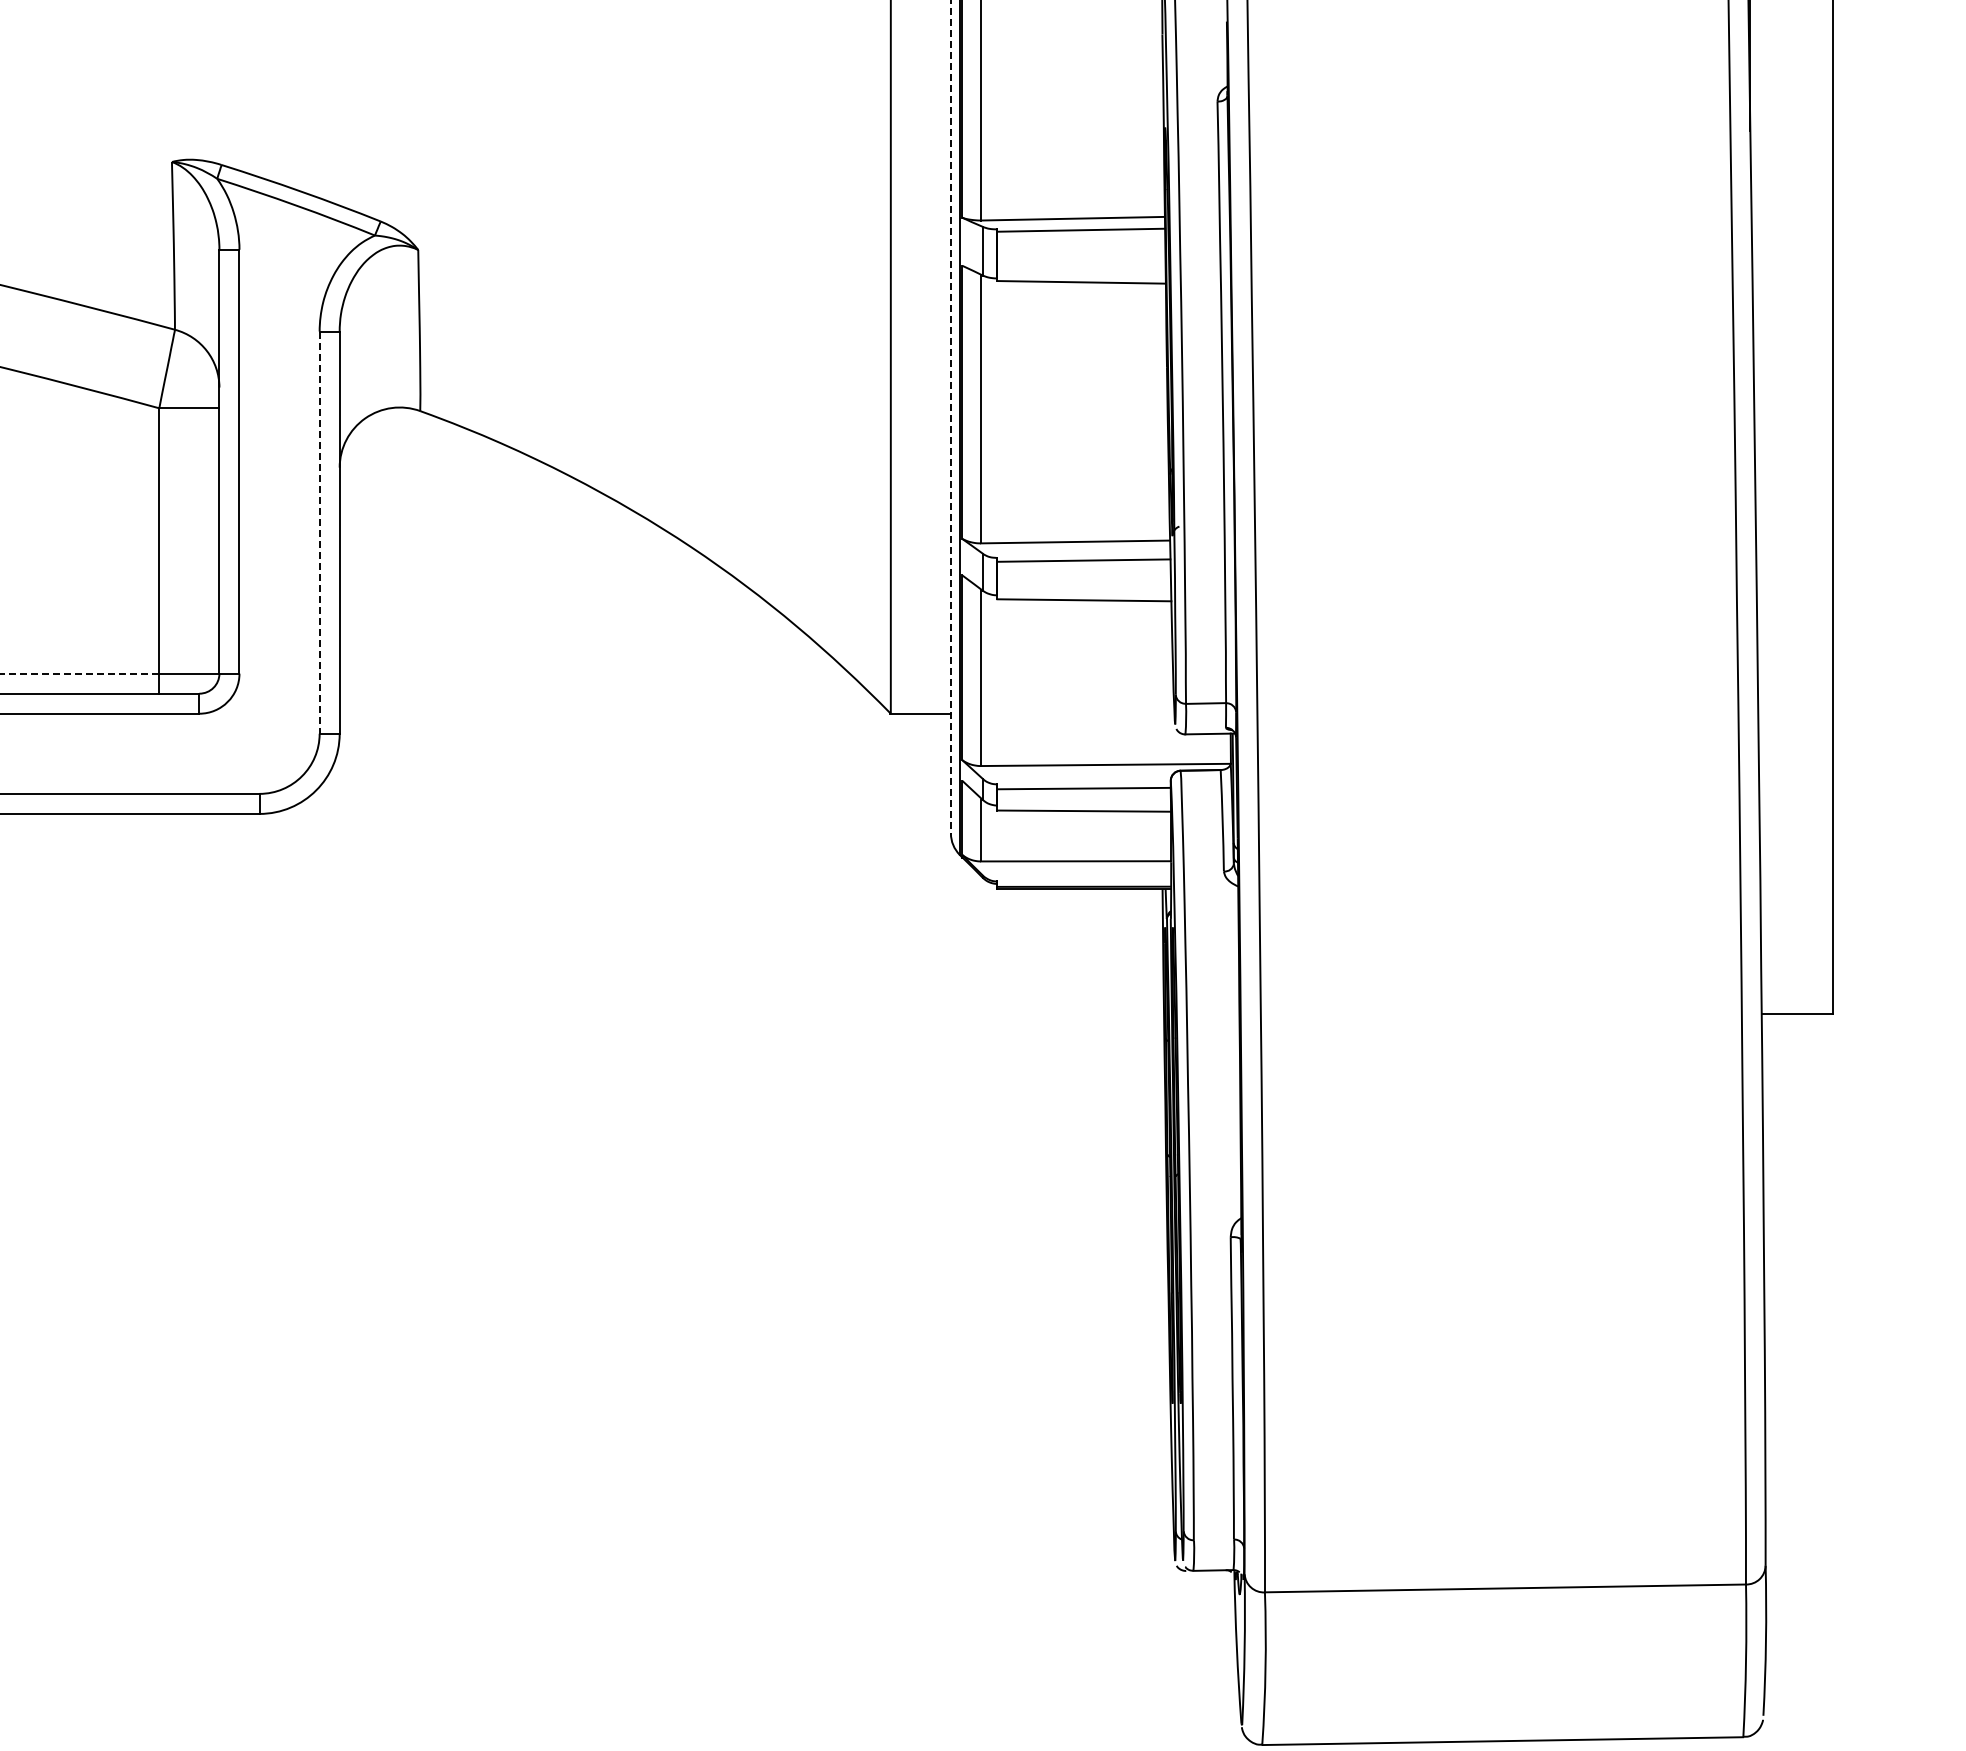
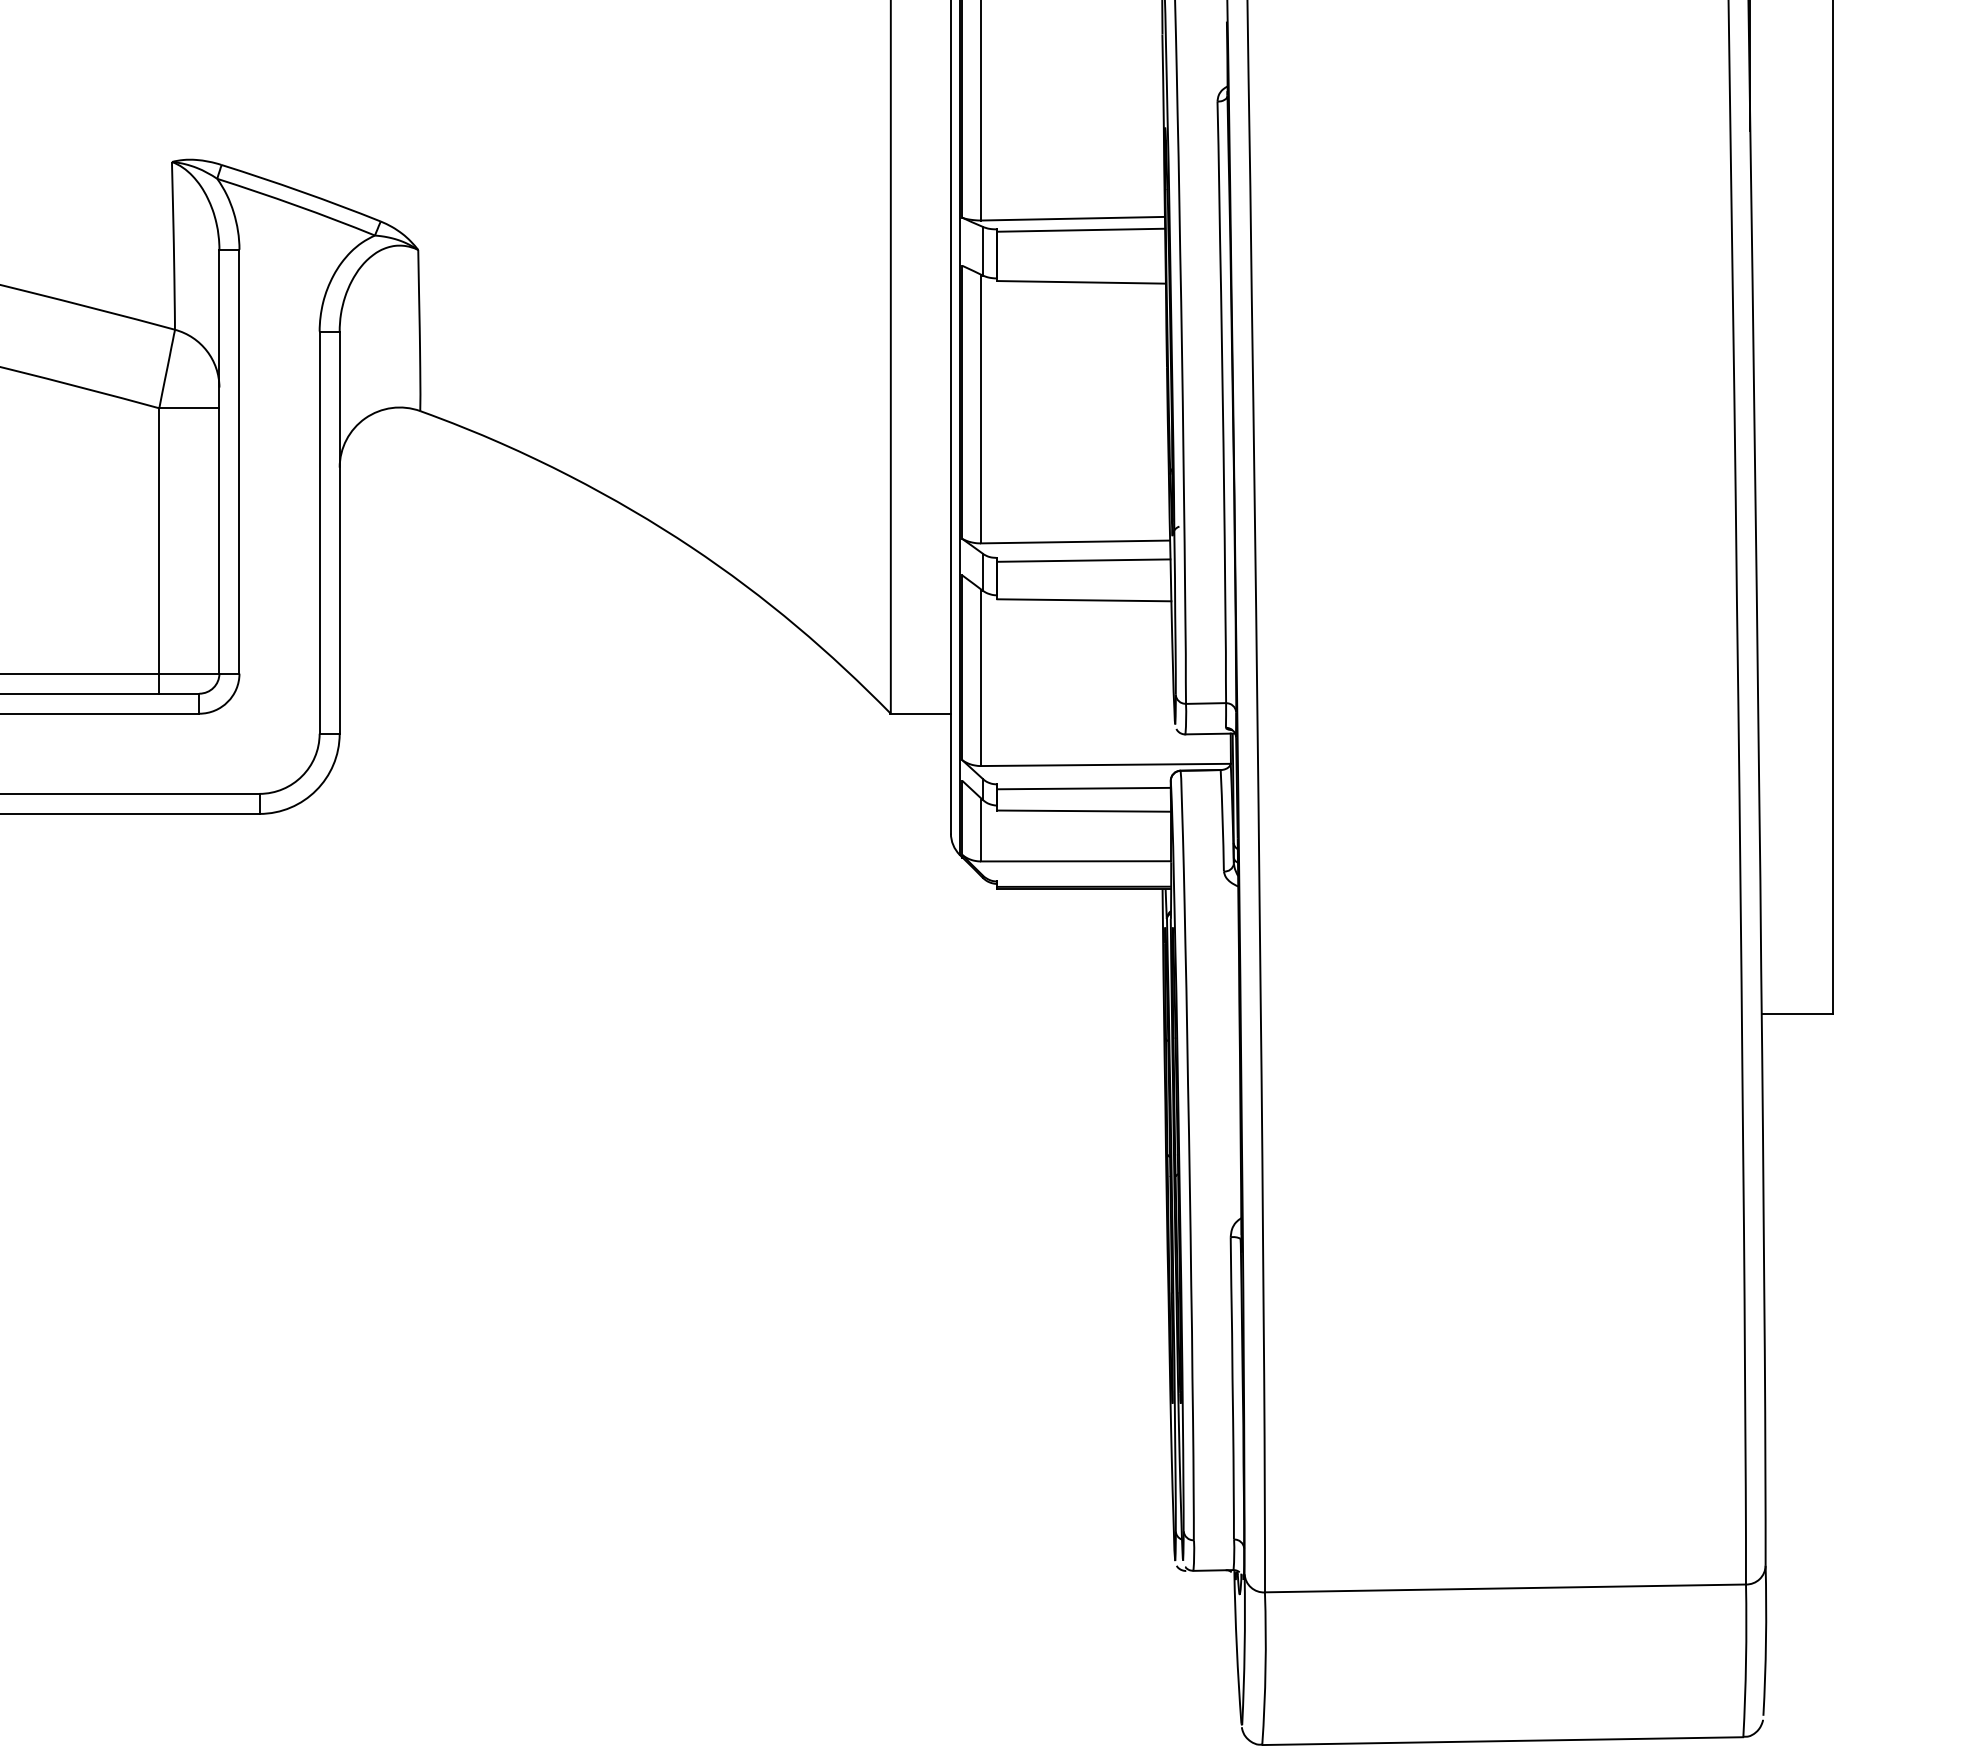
line at (950, 417): dashed -> solid
line at (319, 533): dashed -> solid
line at (79, 673): dashed -> solid
